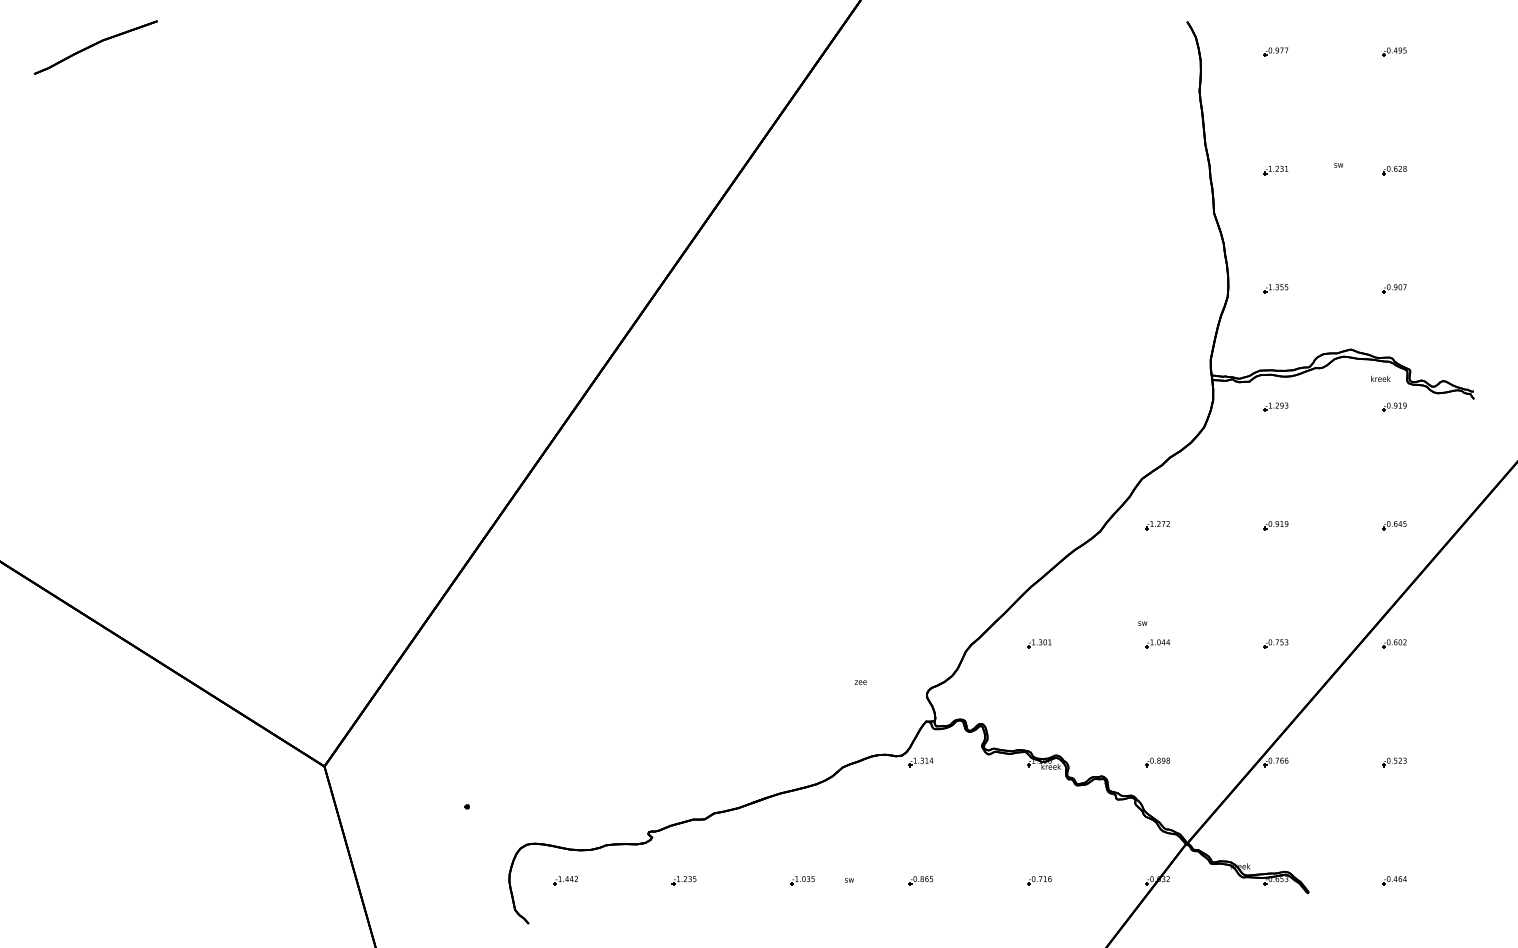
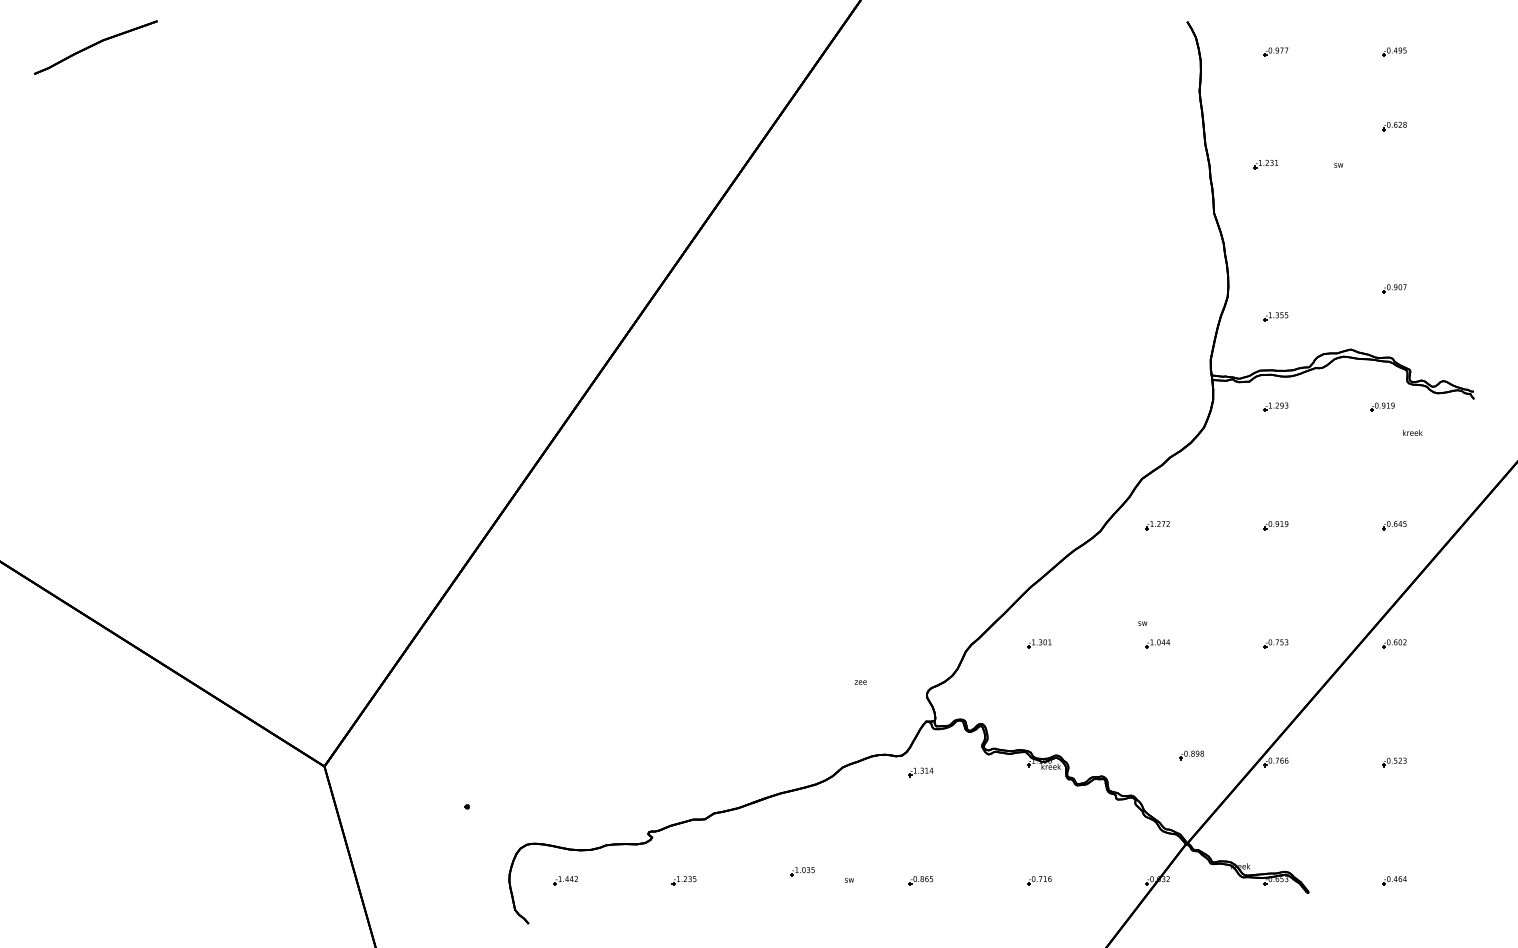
part at (1275, 170) position: (1275, 170) -> (1265, 164)
part at (1394, 170) position: (1394, 170) -> (1394, 126)
part at (1275, 288) position: (1275, 288) -> (1275, 316)
text at (1380, 378) position: (1380, 378) -> (1412, 432)
part at (1394, 406) position: (1394, 406) -> (1382, 406)
part at (920, 762) position: (920, 762) -> (920, 772)
part at (1157, 762) position: (1157, 762) -> (1191, 755)
part at (802, 880) position: (802, 880) -> (802, 871)
